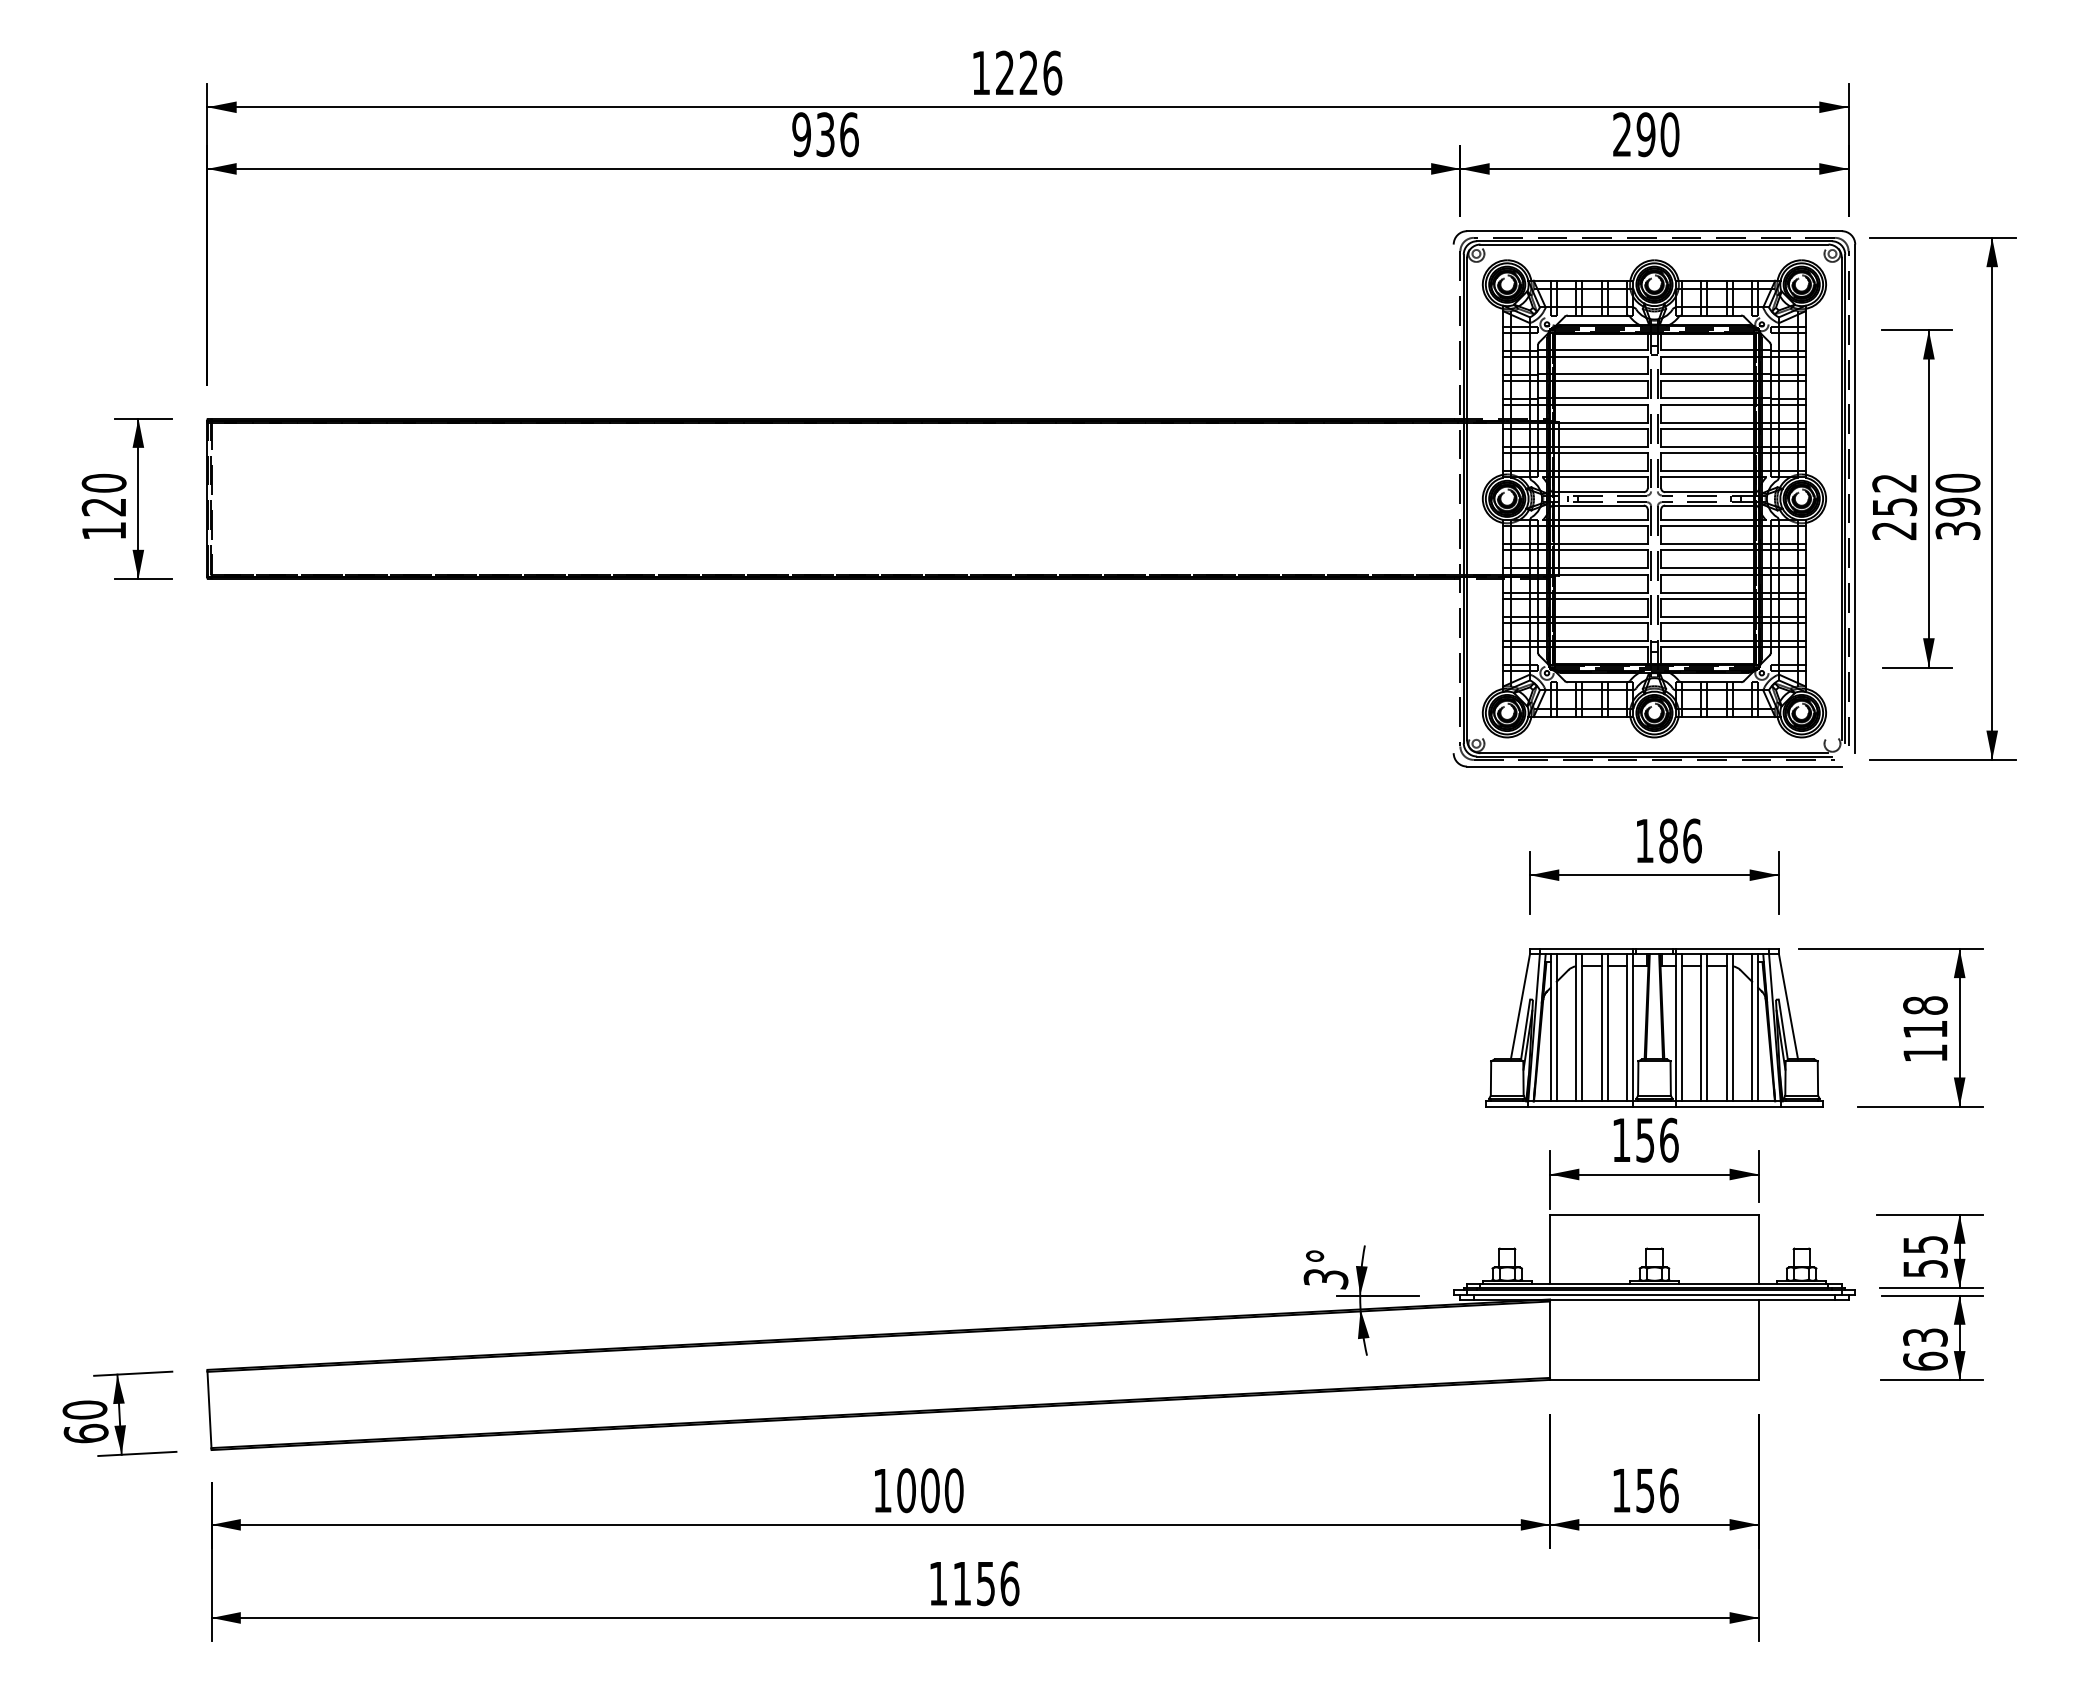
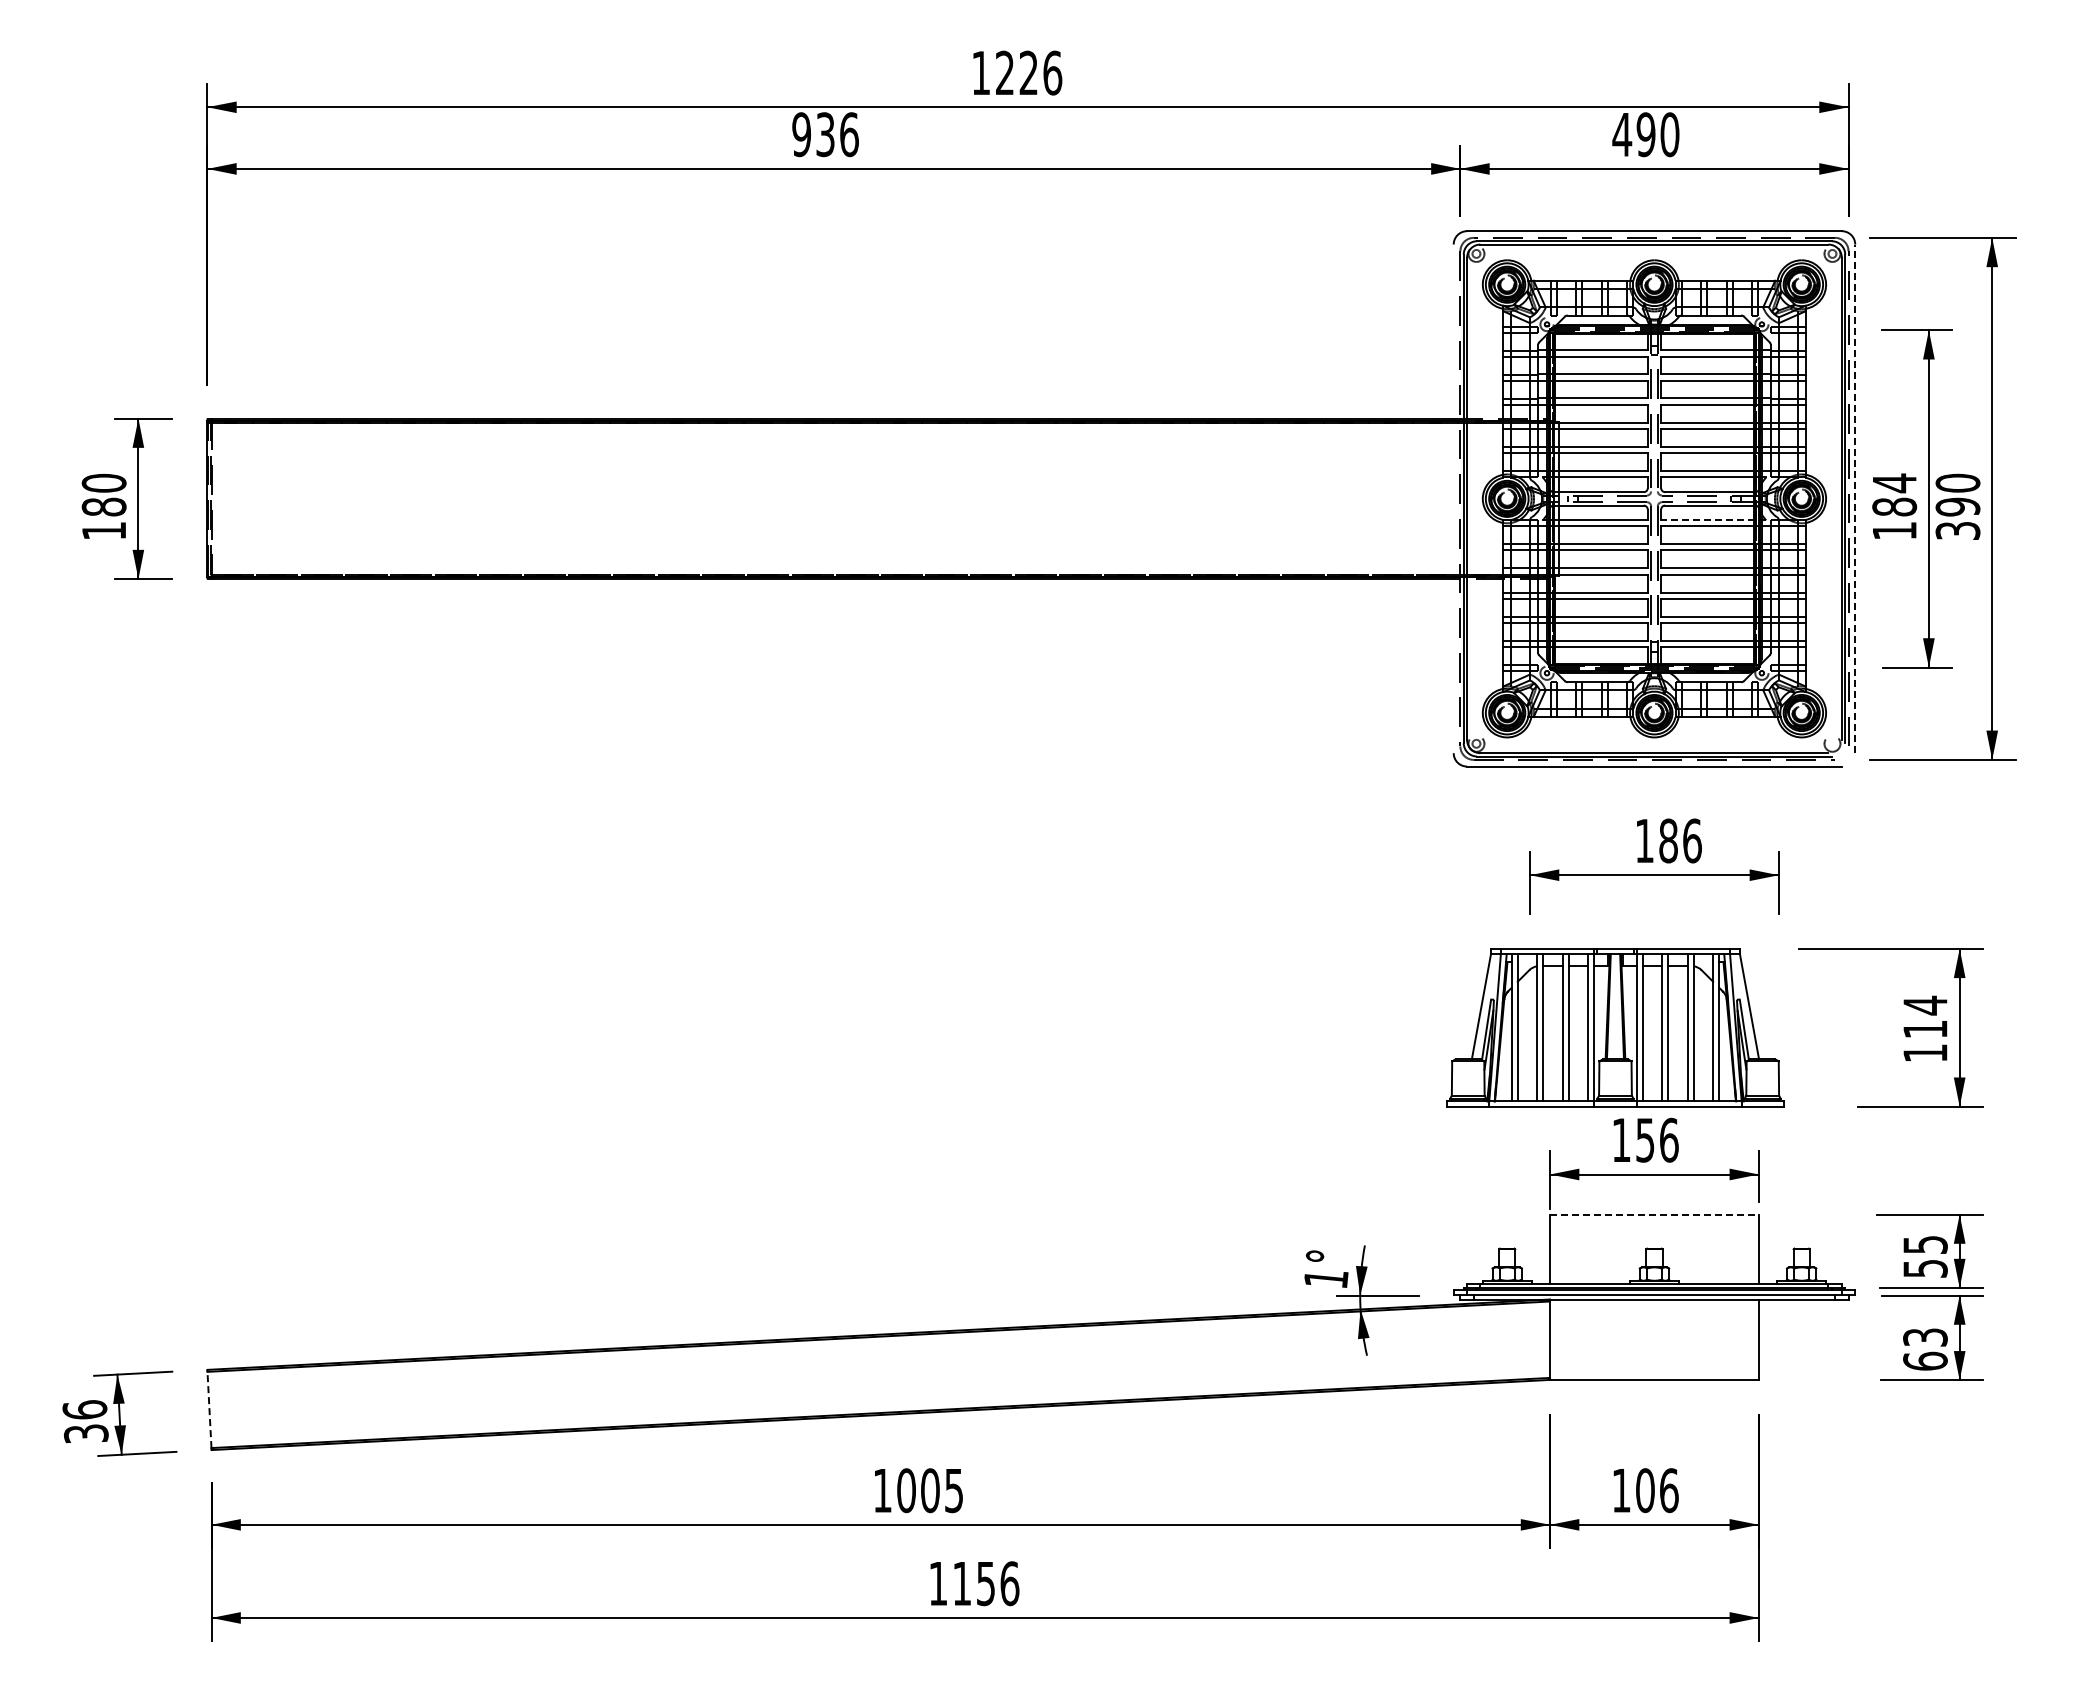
text at (1622, 134): 290 -> 490
line at (1855, 498): solid -> dashed
text at (103, 506): 120 -> 180
text at (1894, 506): 252 -> 184
line at (1713, 520): solid -> dashed
text at (1925, 1005): 118 -> 114
part at (1654, 1027) position: (1654, 1027) -> (1615, 1027)
line at (1654, 1214): solid -> dashed
text at (1325, 1279): 3° -> 1°
line at (209, 1409): solid -> dashed
text at (85, 1421): 60 -> 36
text at (953, 1490): 1000 -> 1005
text at (1645, 1490): 156 -> 106
